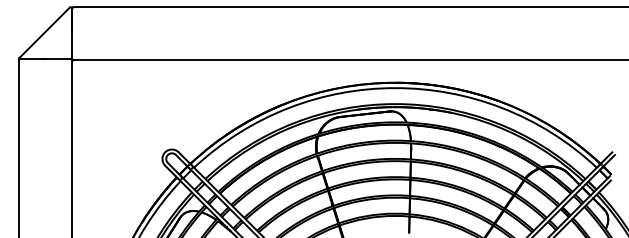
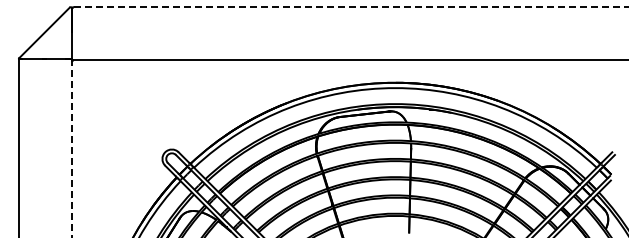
line at (351, 7): solid -> dashed
line at (72, 148): solid -> dashed
